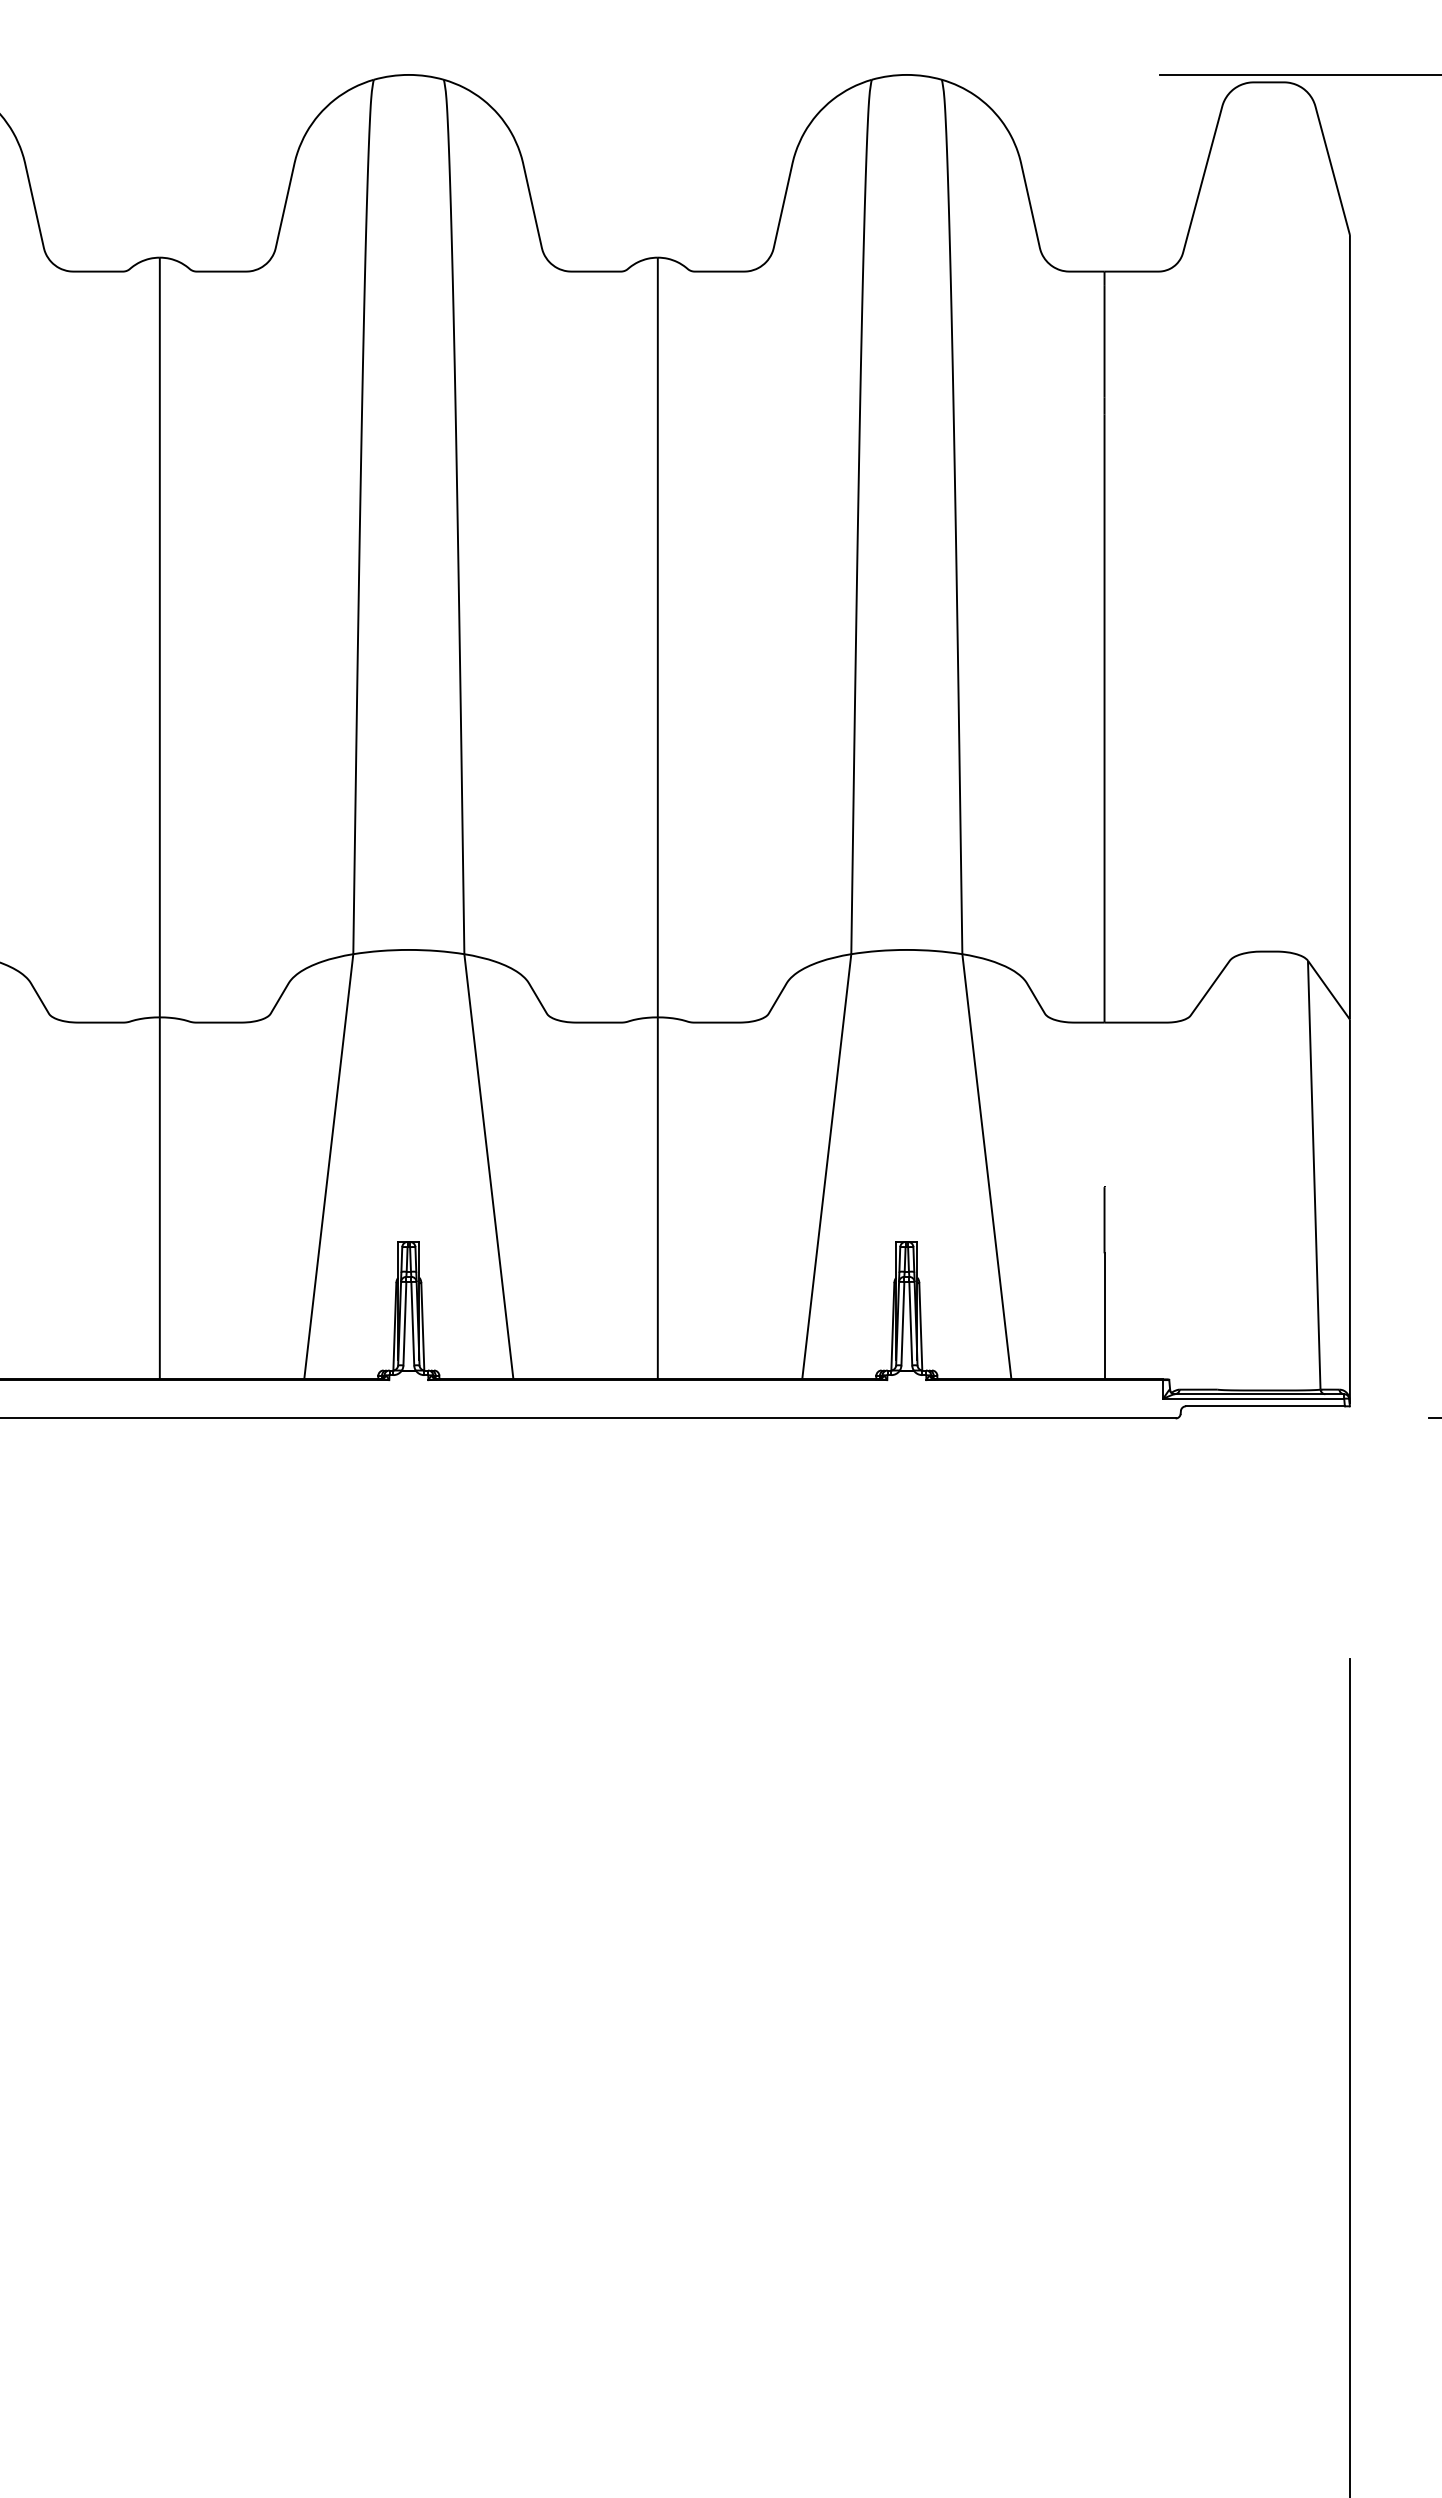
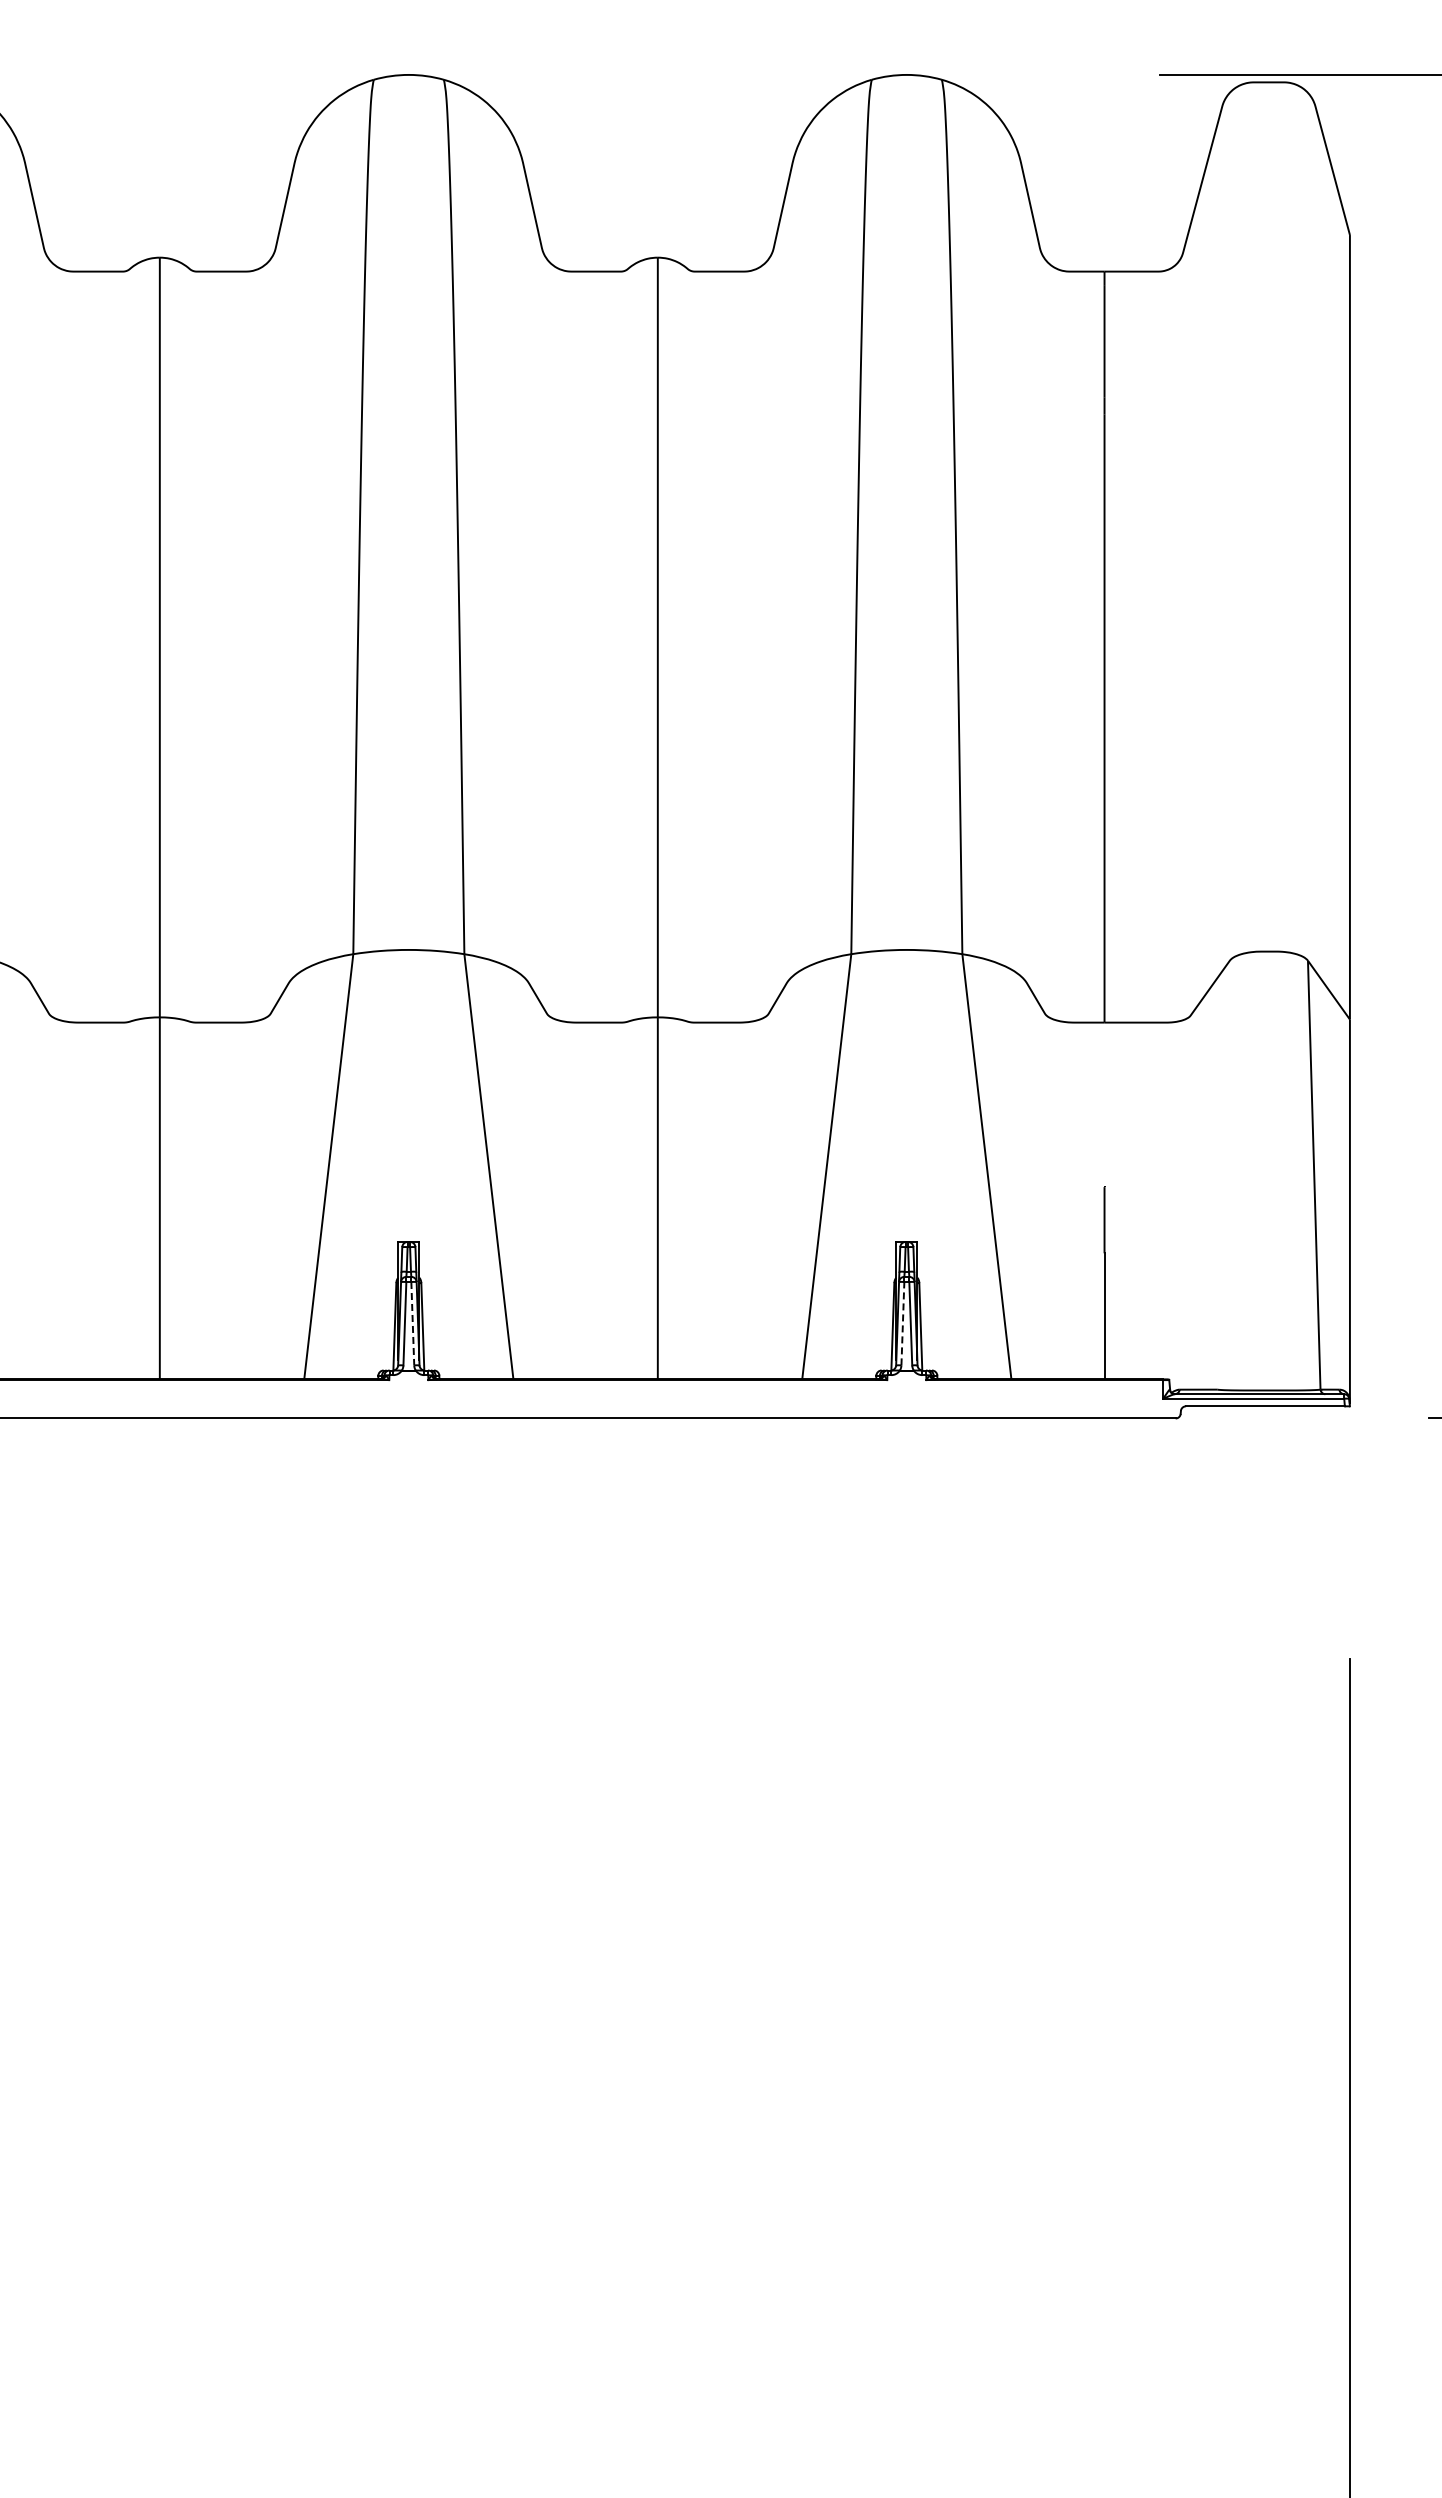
line at (412, 1323): solid -> dashed
line at (902, 1323): solid -> dashed
